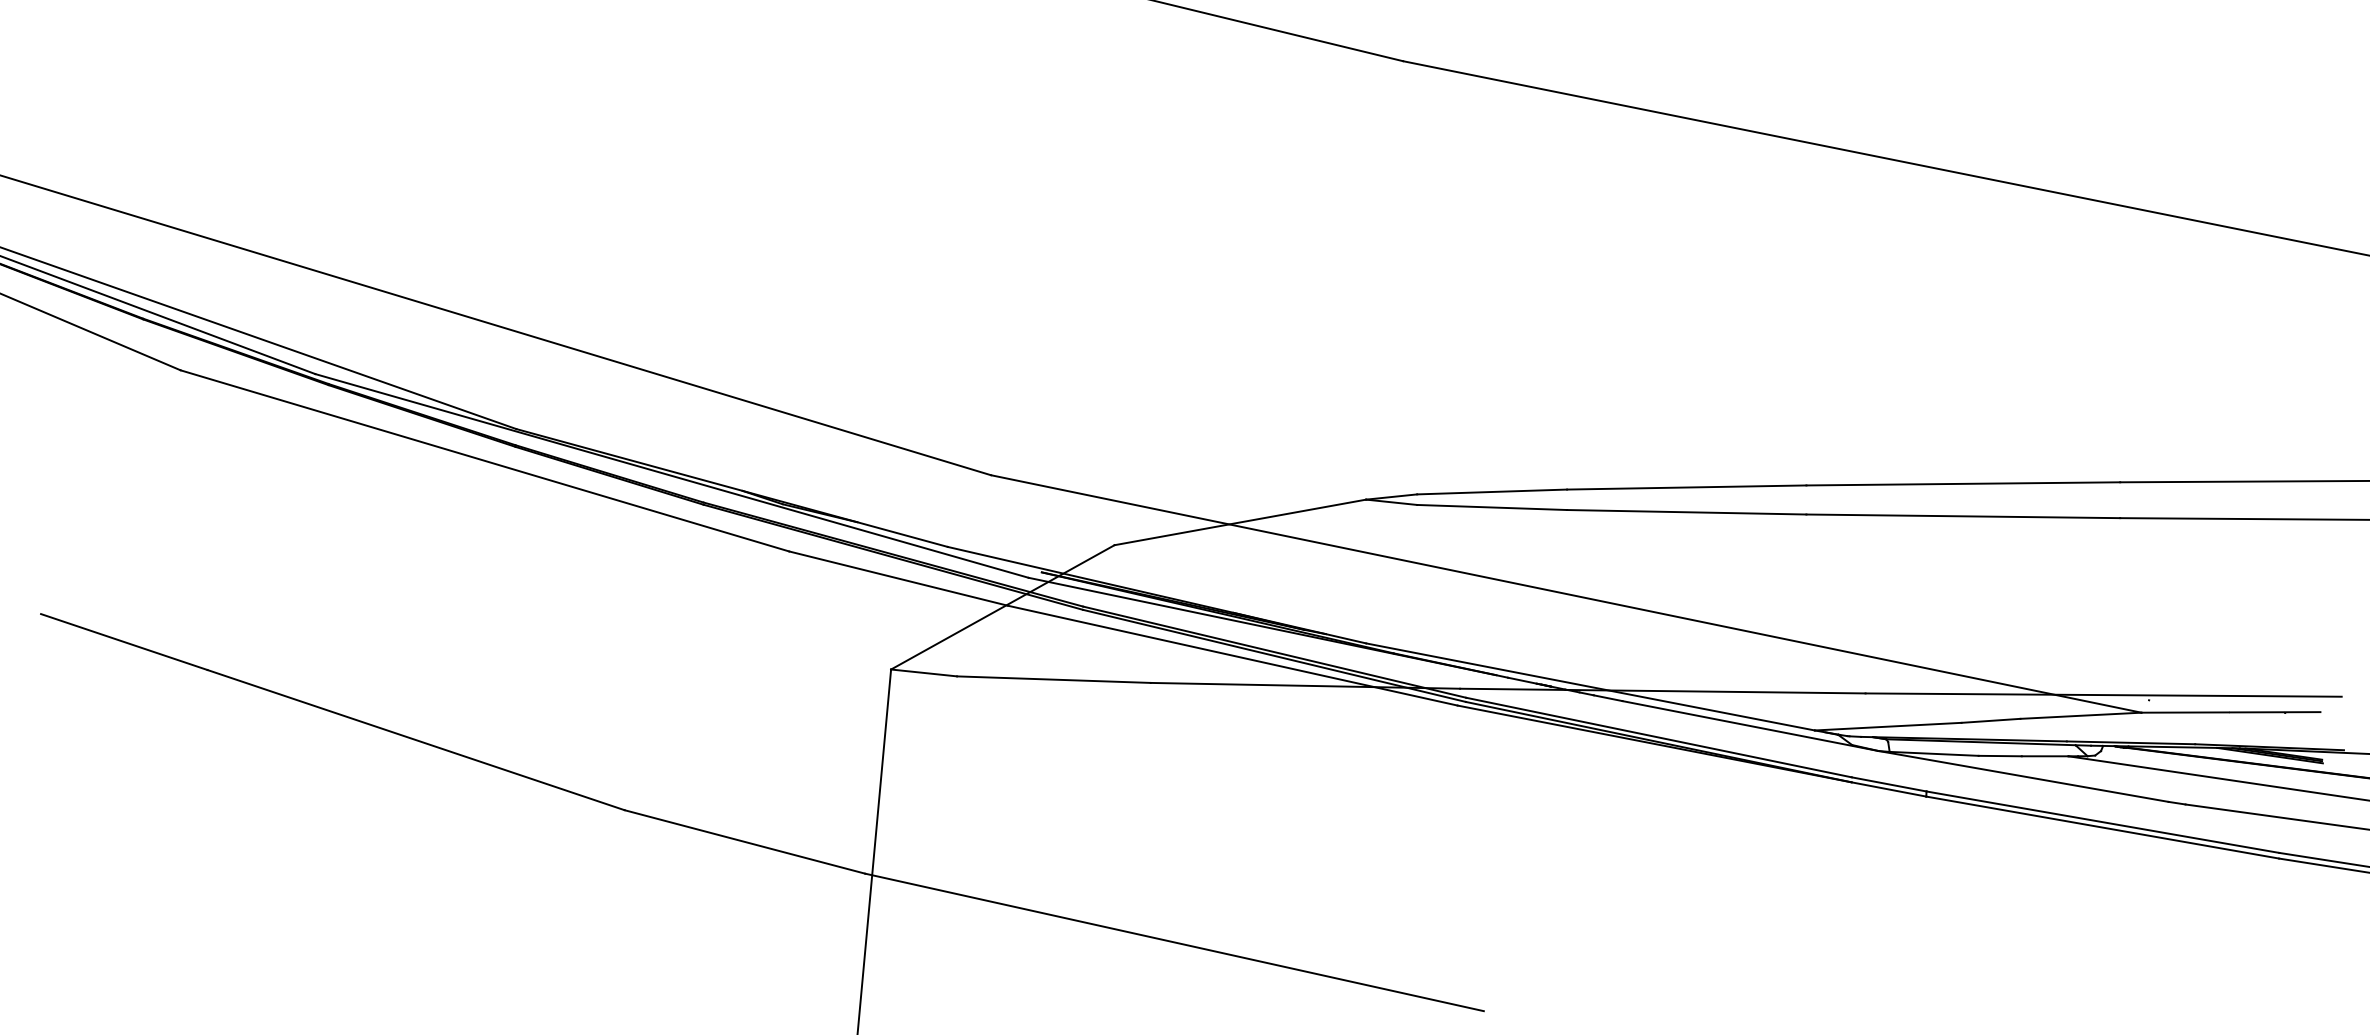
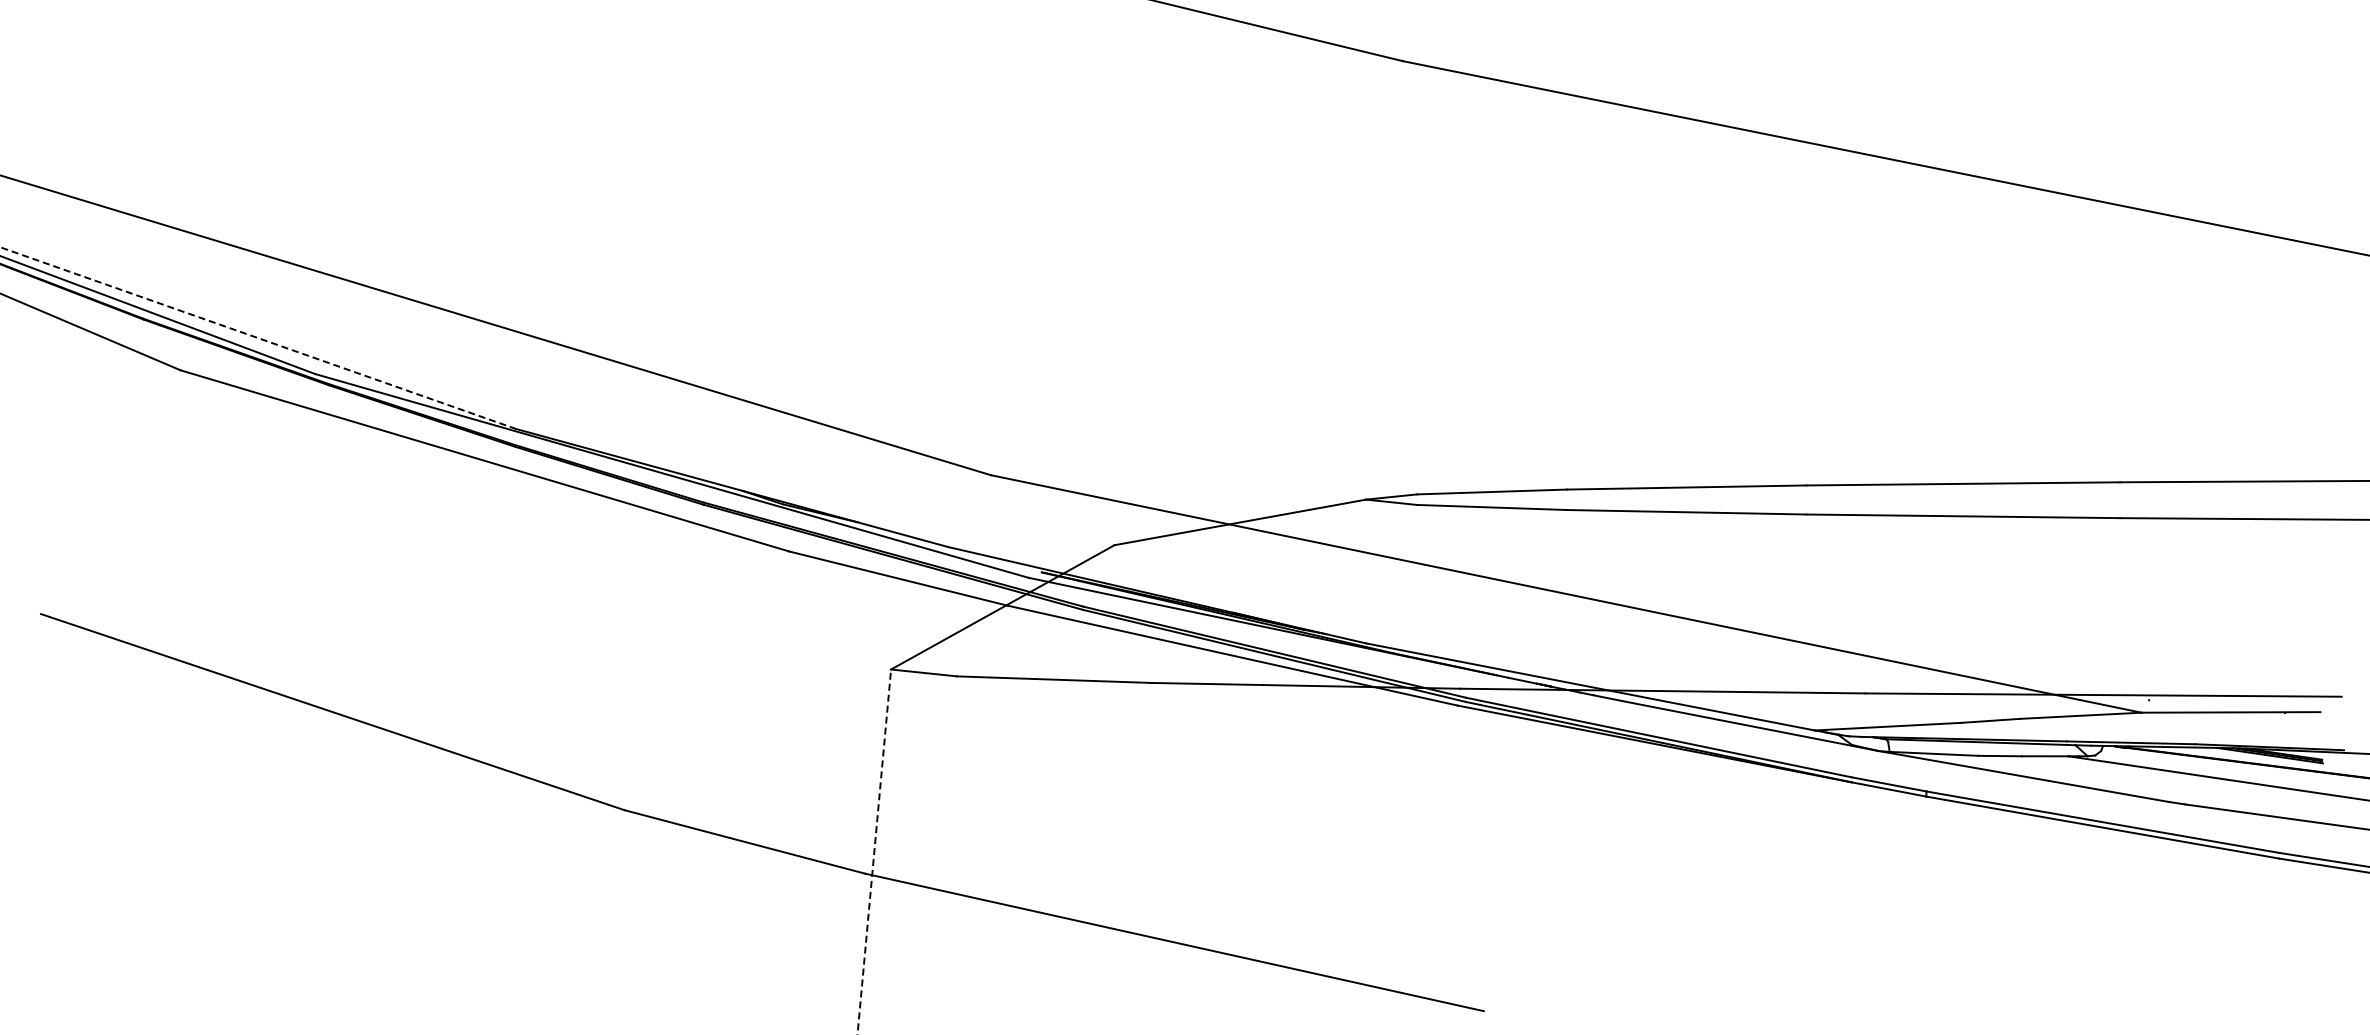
line at (258, 338): solid -> dashed
line at (874, 851): solid -> dashed
